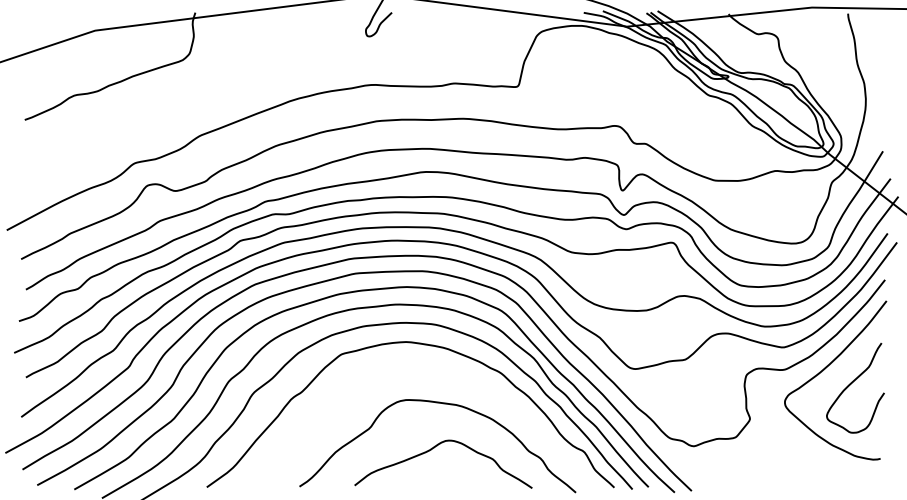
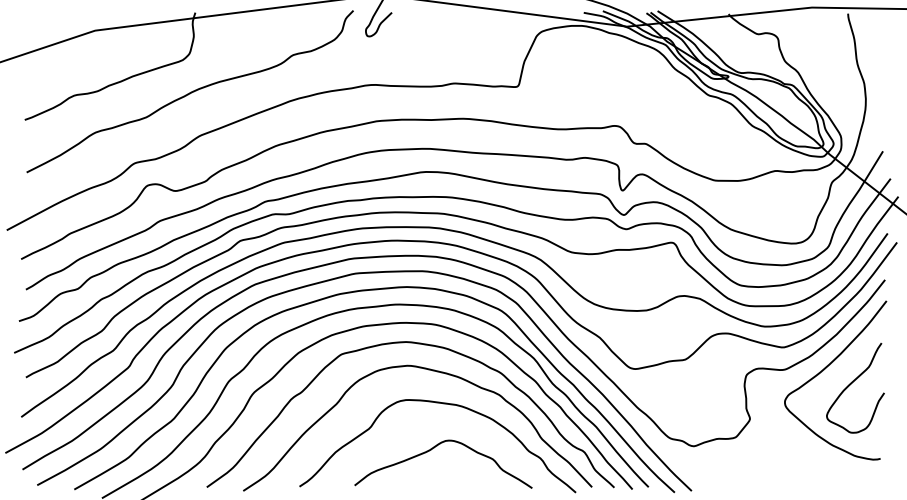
curve at (189, 92): none -> present
curve at (432, 371): none -> present
